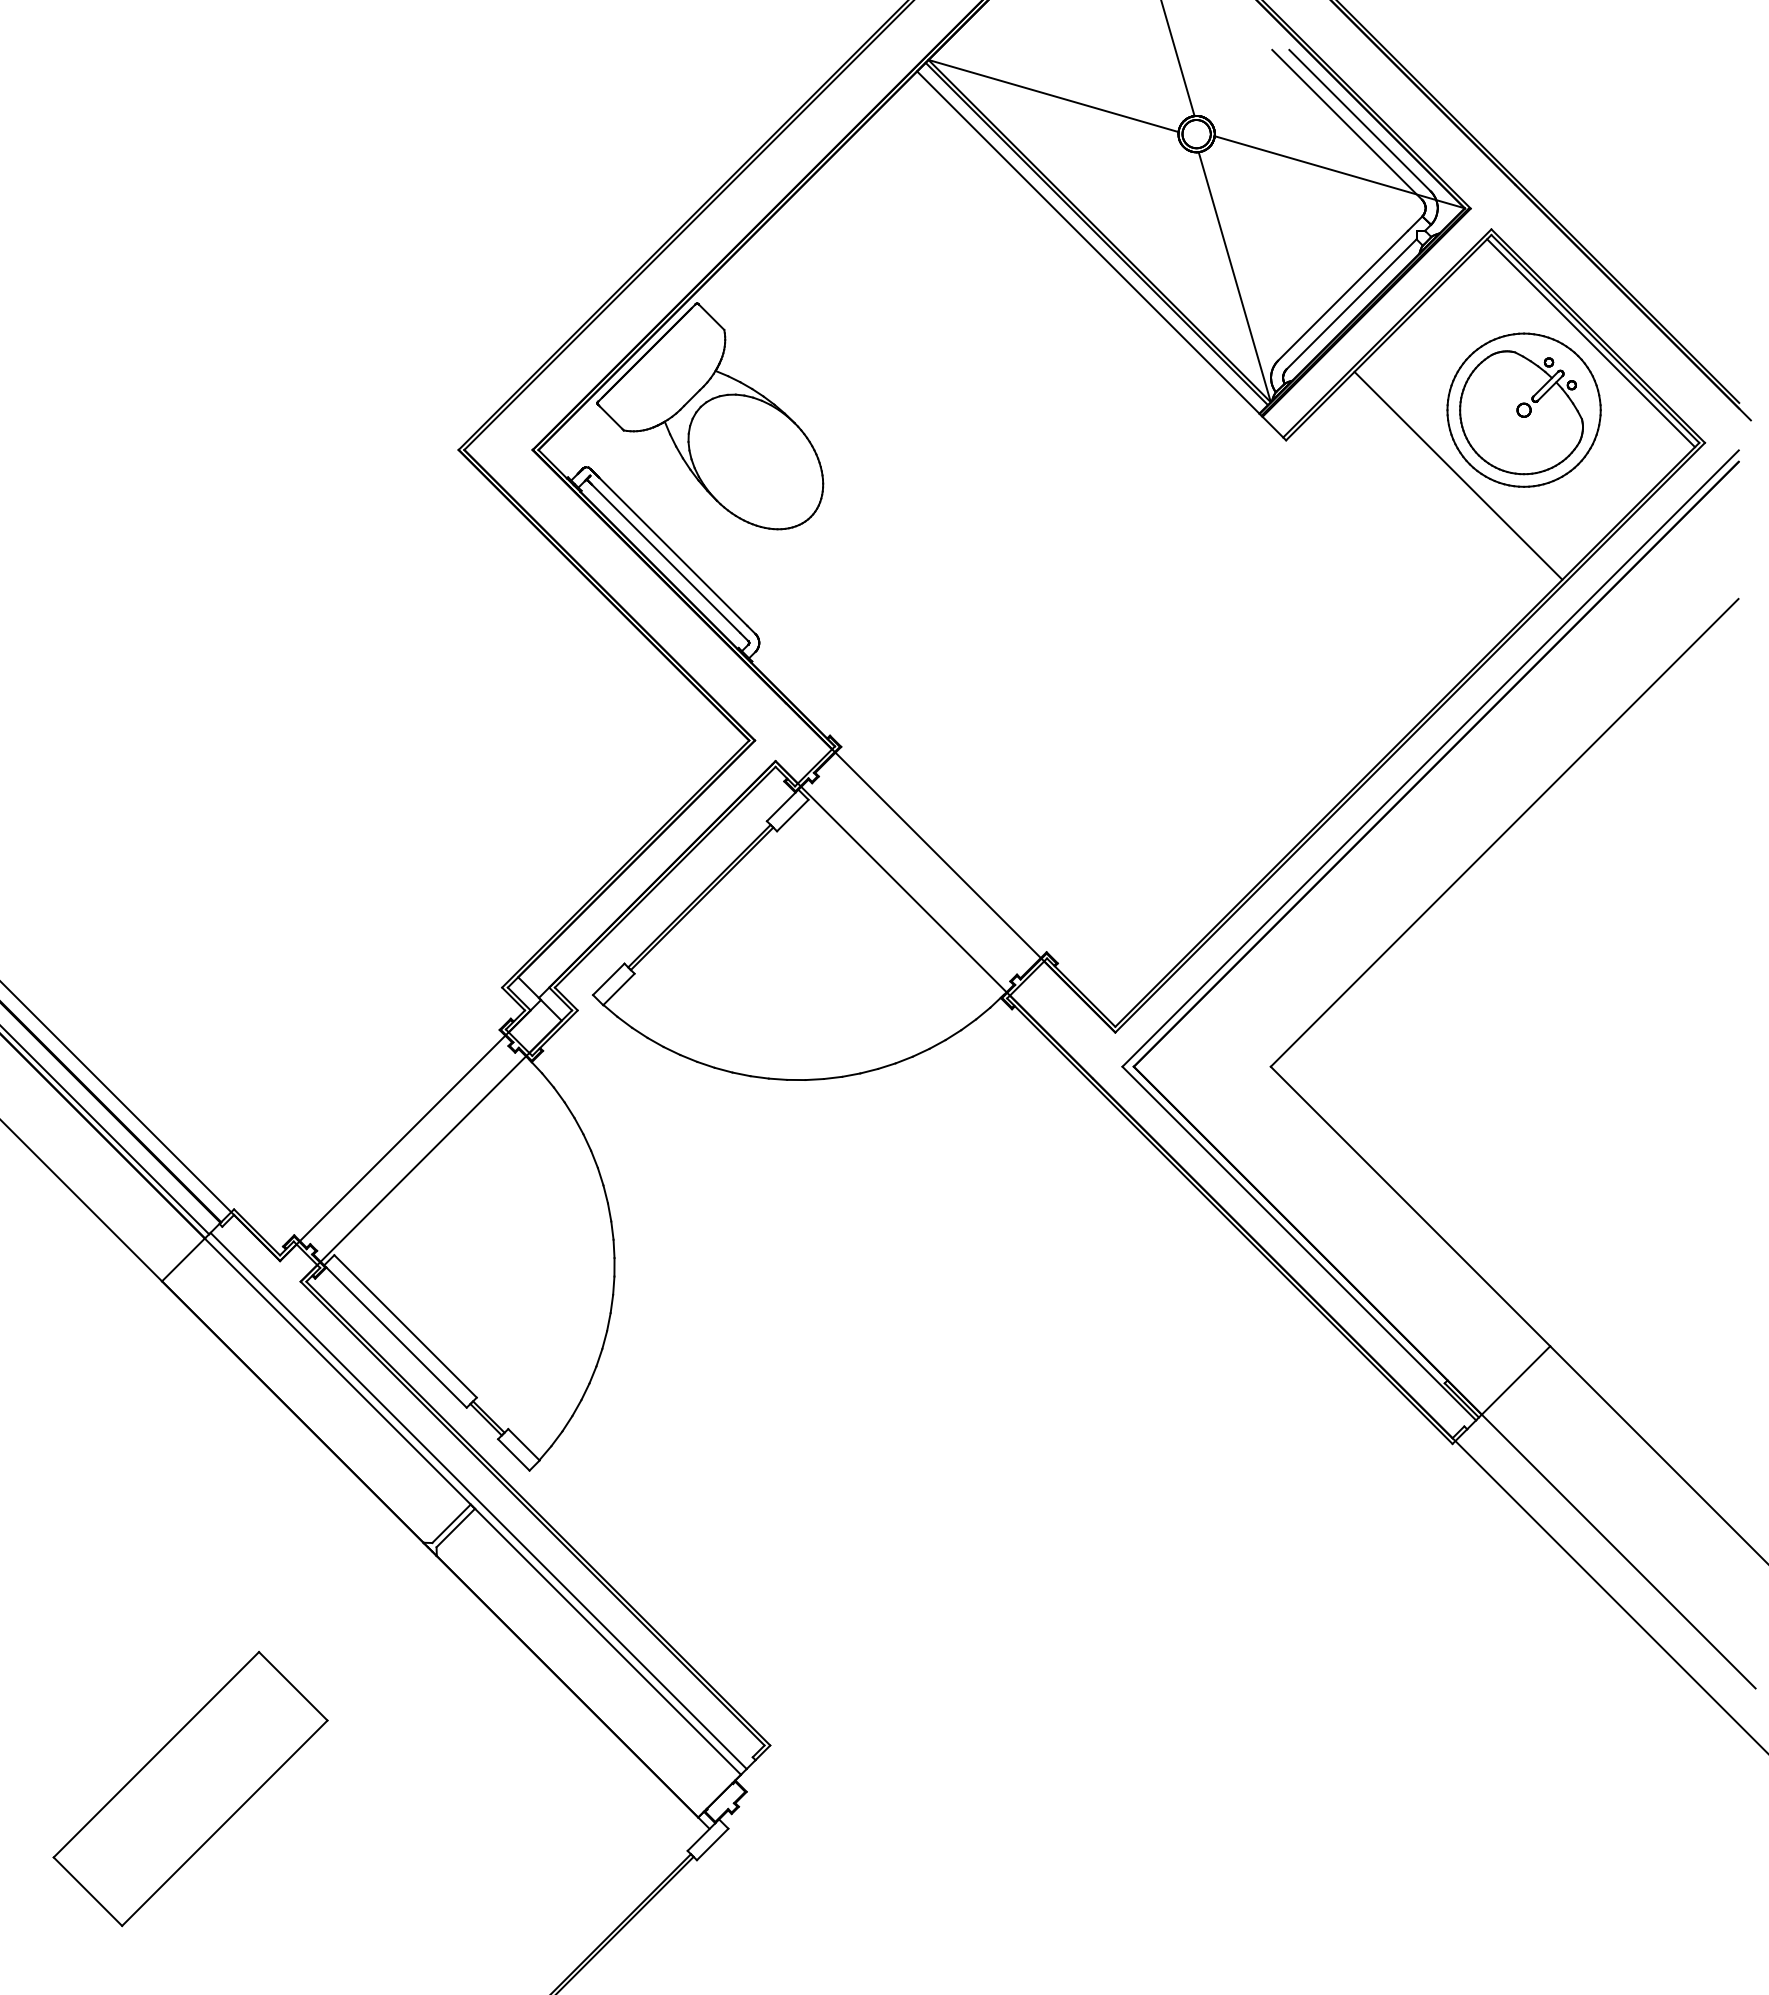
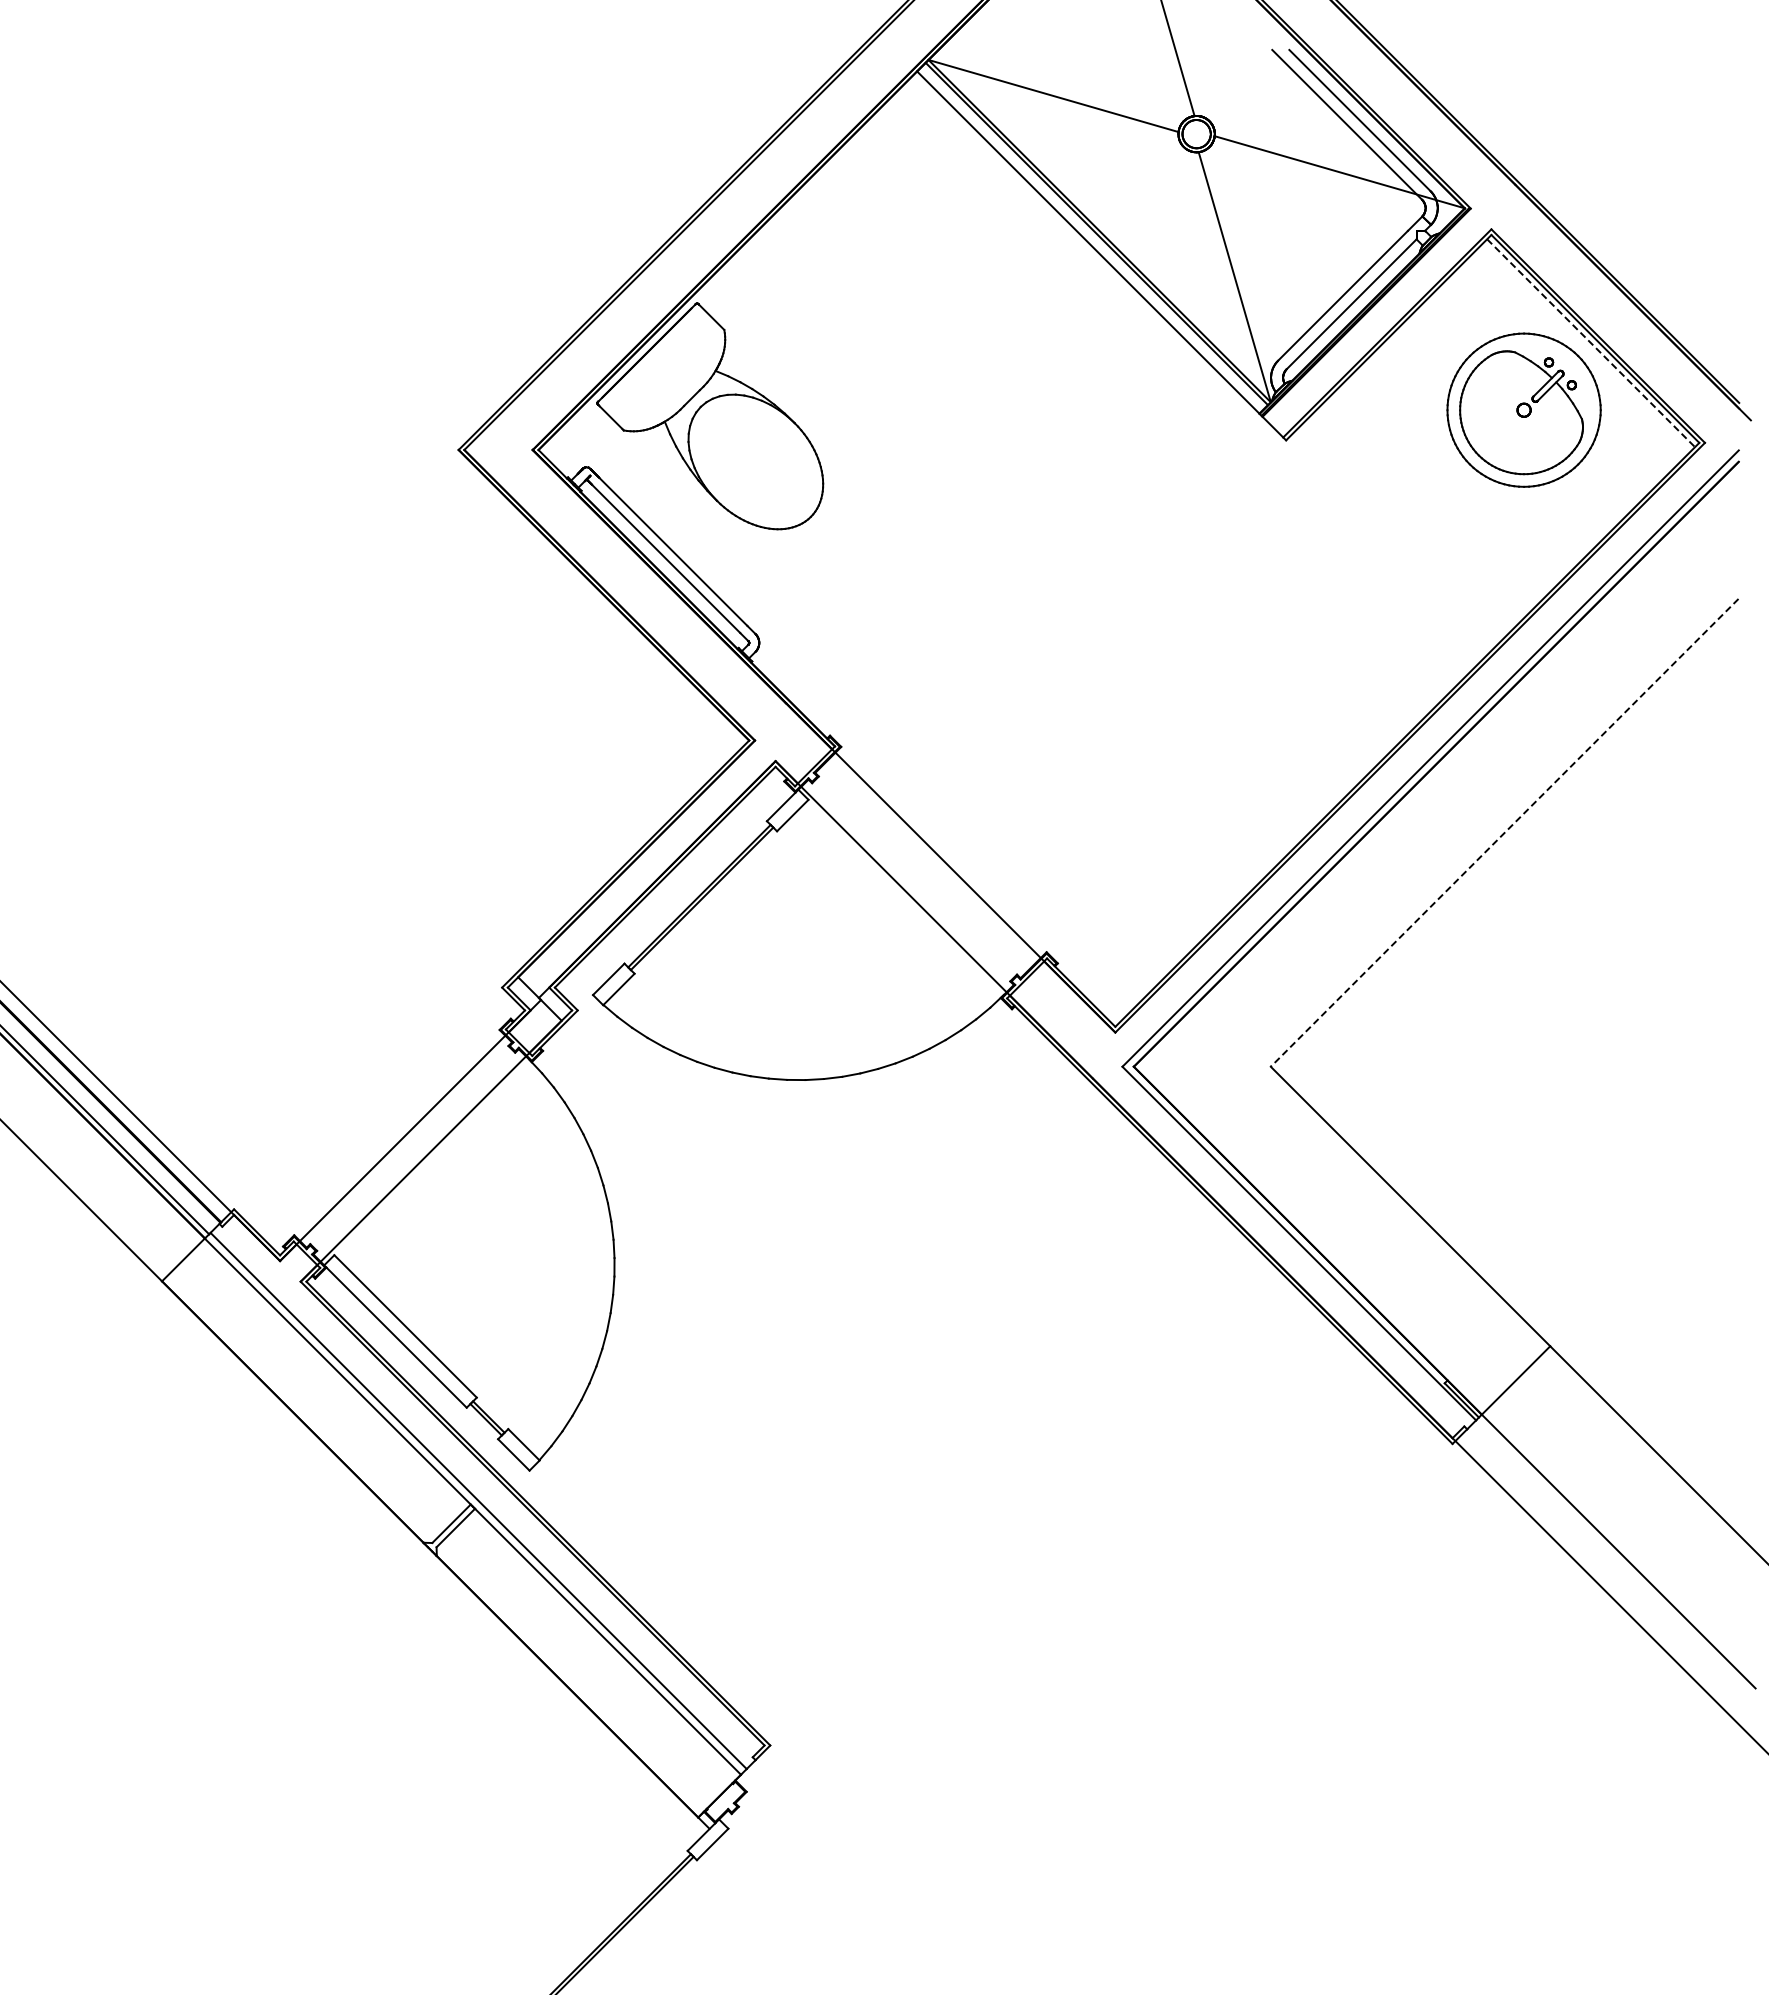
line at (1591, 343): solid -> dashed
line at (1458, 475): present -> none
line at (1504, 832): solid -> dashed
part at (190, 1789): present -> none
